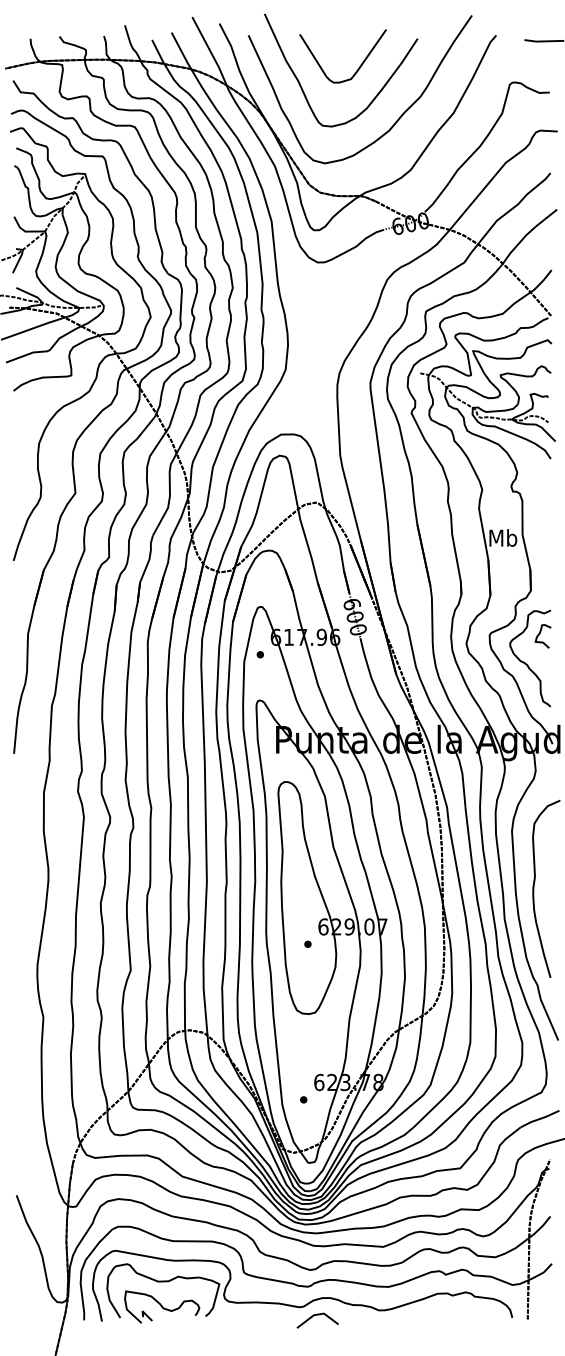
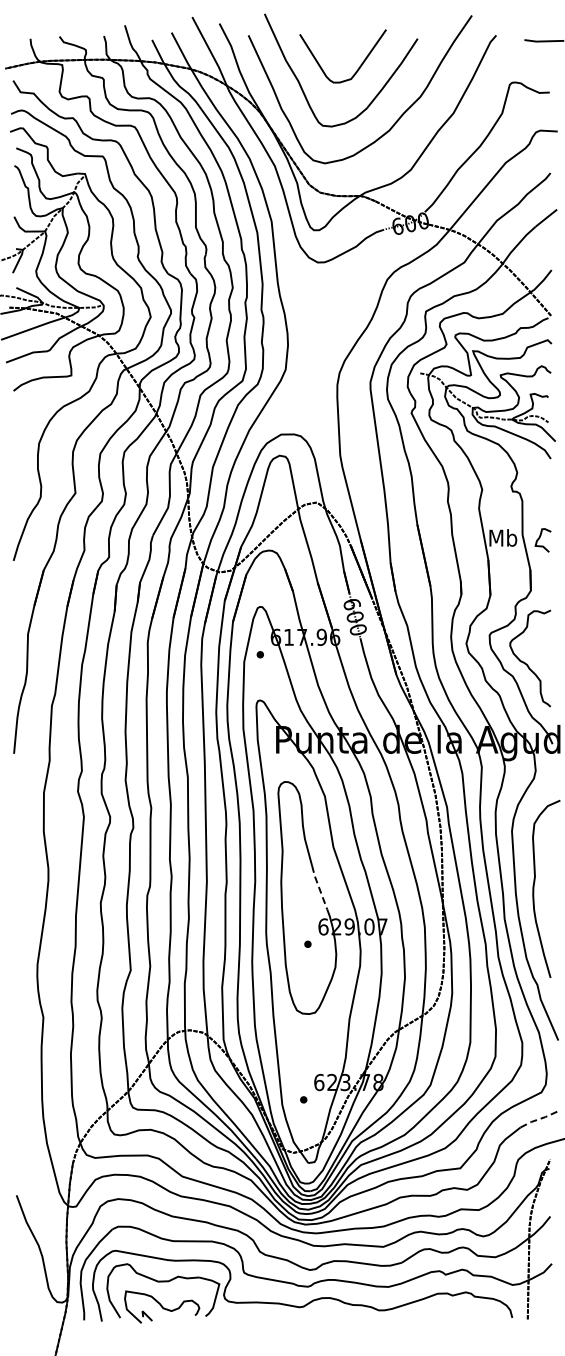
curve at (540, 634) position: (540, 634) -> (540, 538)
line at (319, 887): solid -> dashed
line at (540, 1118): solid -> dashed
line at (317, 1315): present -> none
